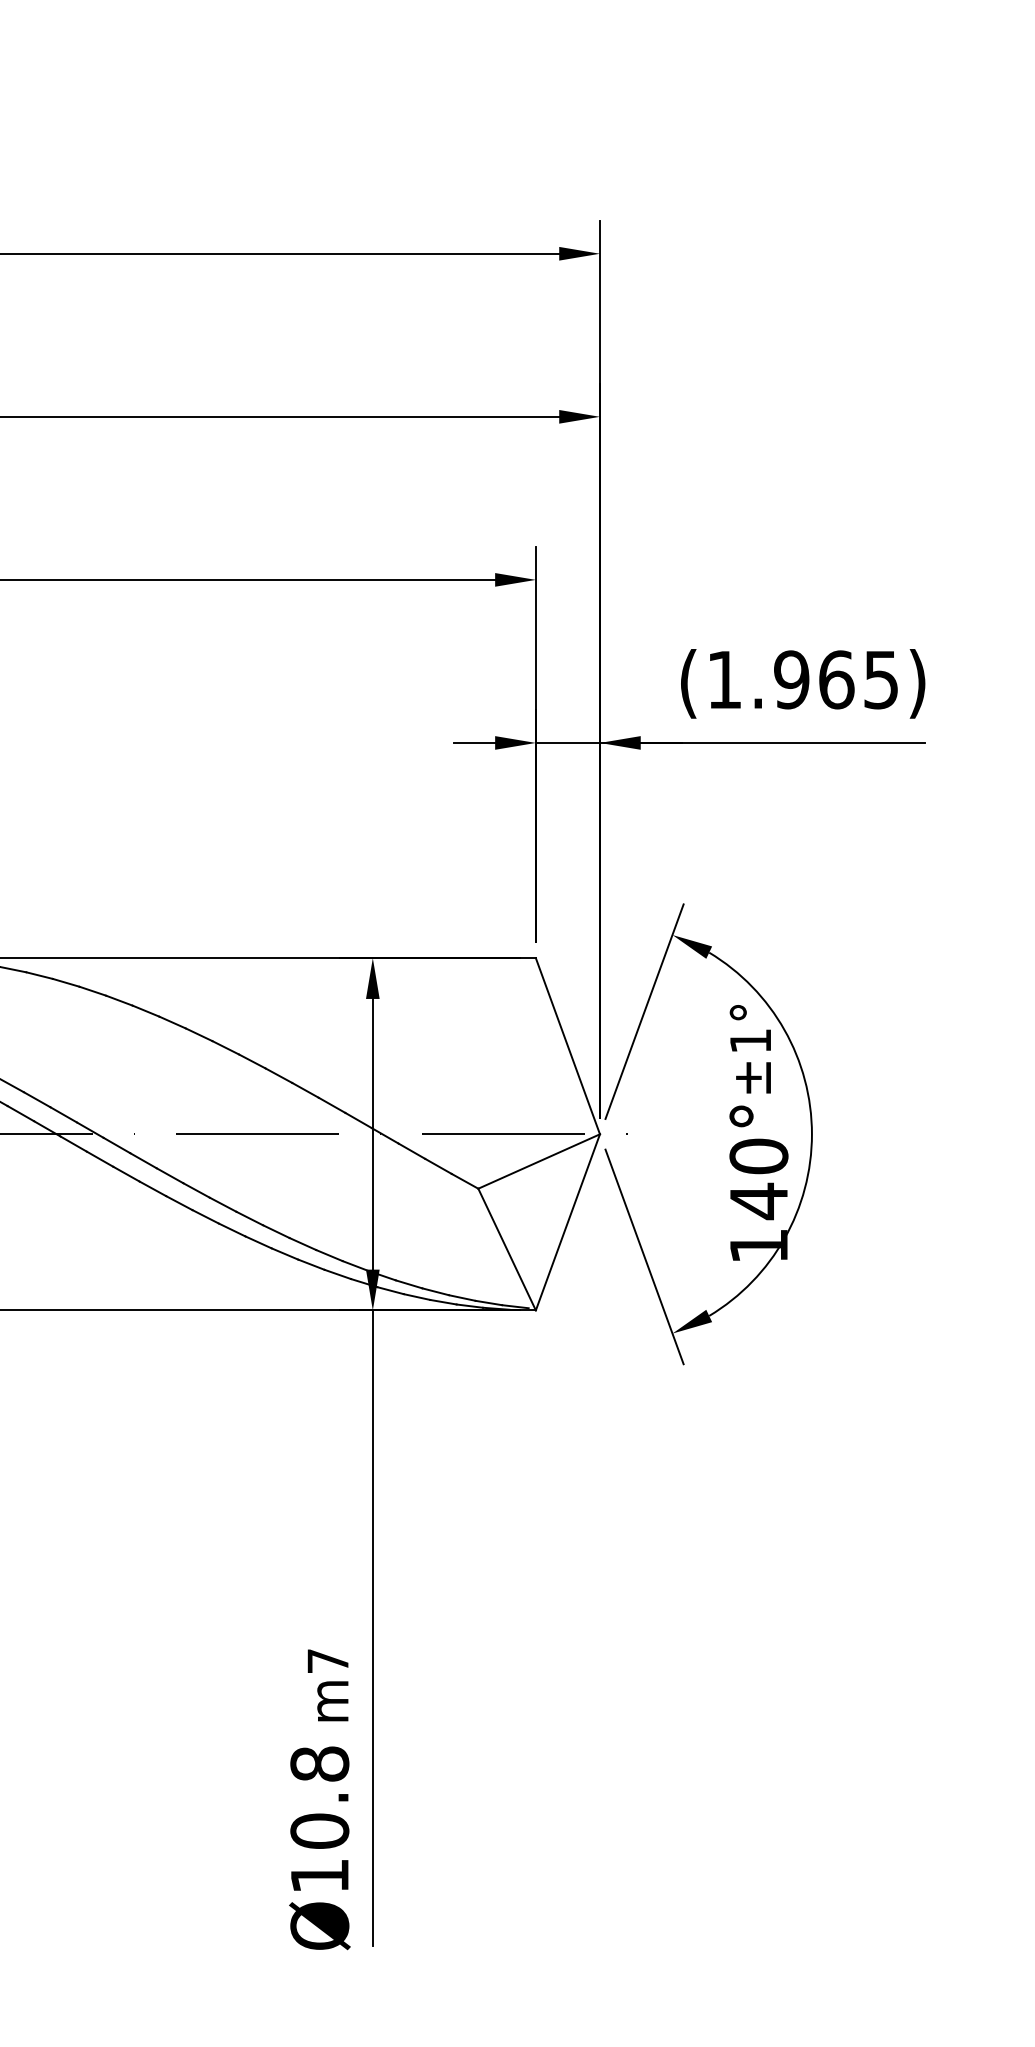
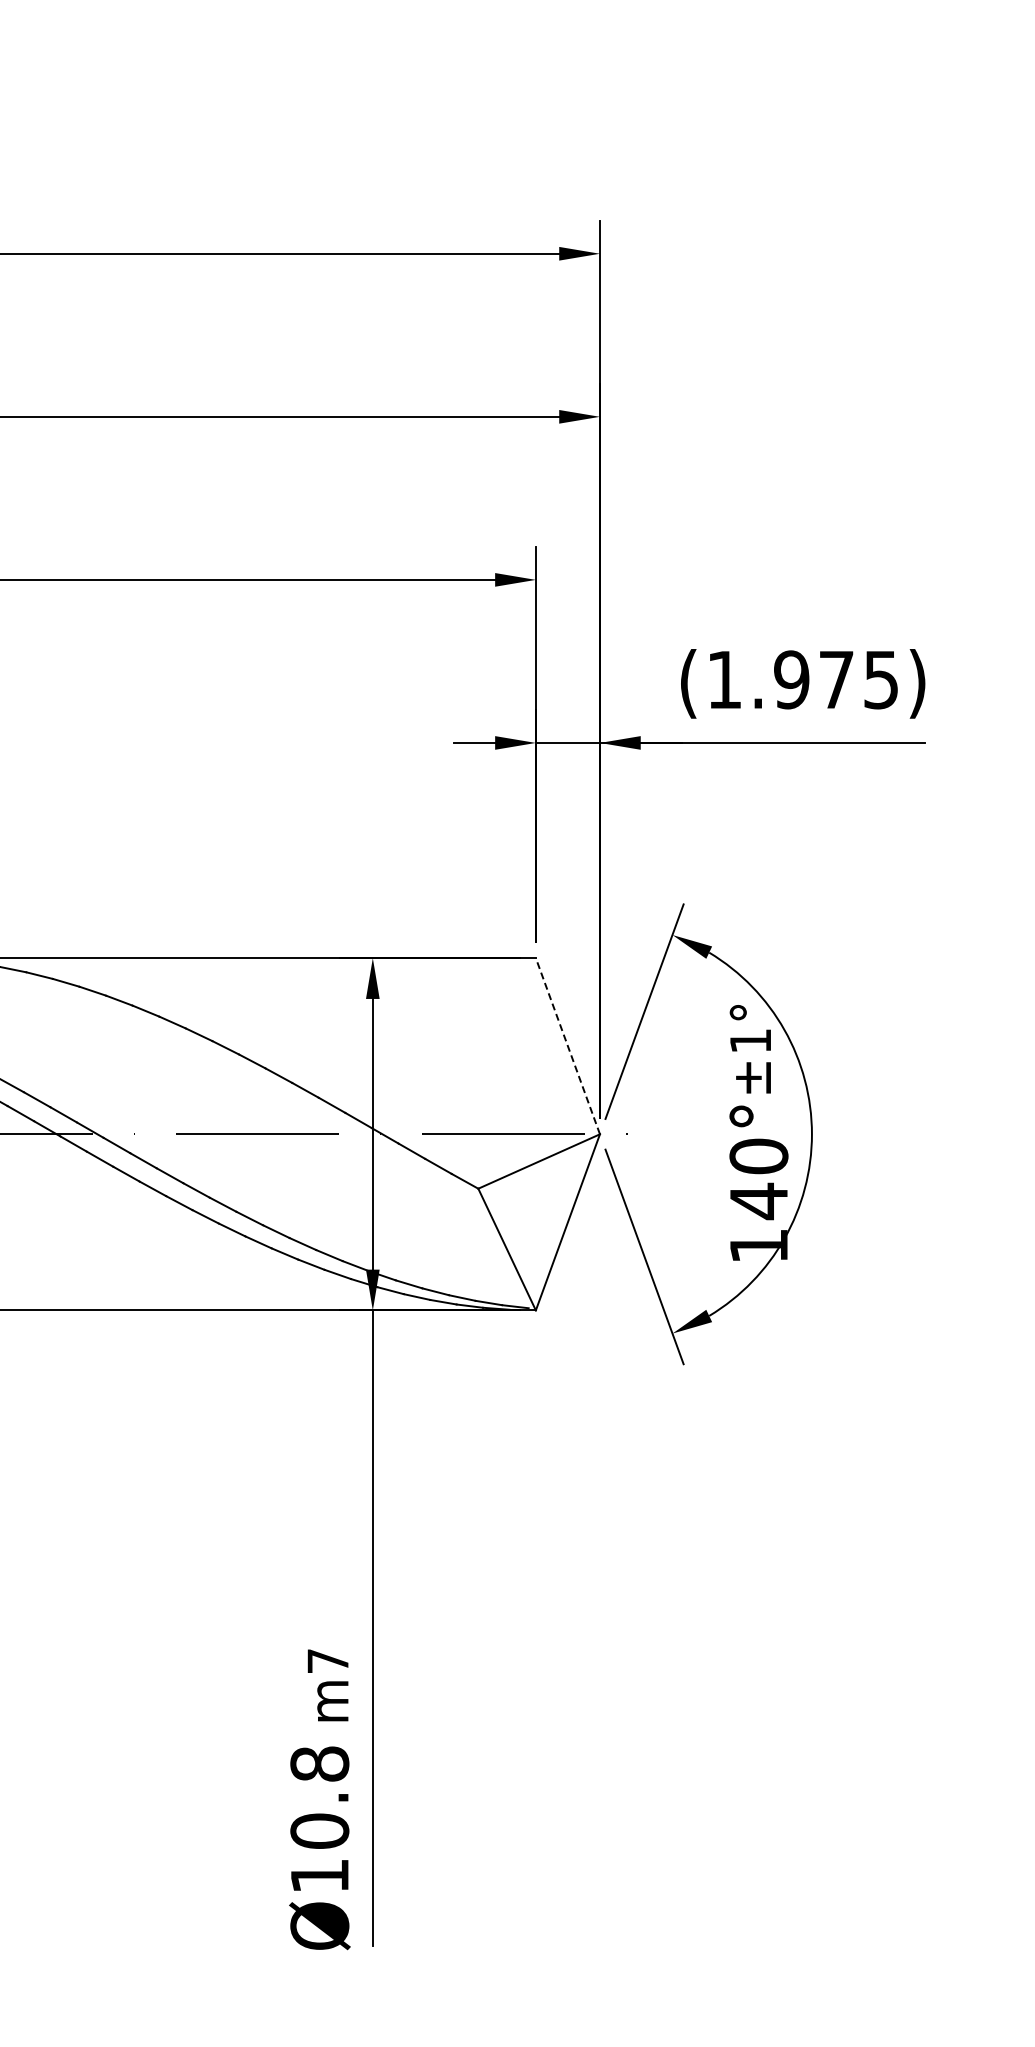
text at (836, 679): (1.965) -> (1.975)
line at (567, 1046): solid -> dashed
